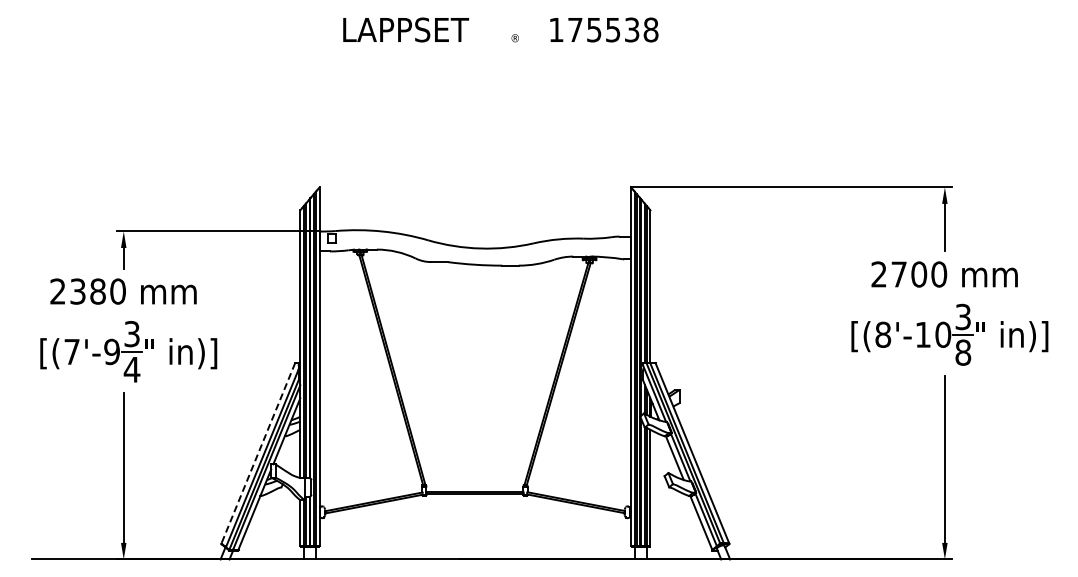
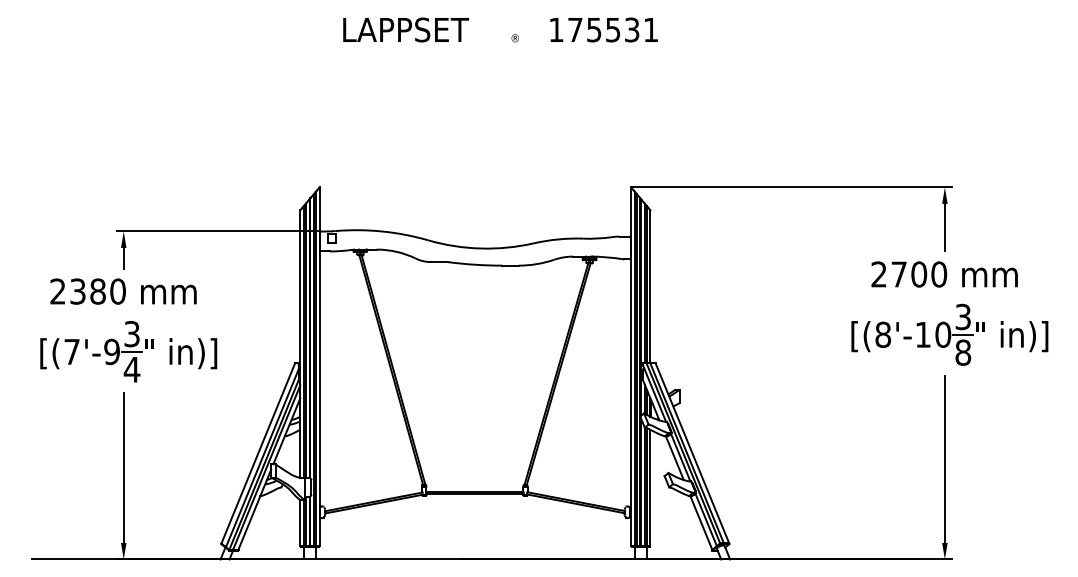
text at (650, 29): 175538 -> 175531
line at (258, 453): dashed -> solid
